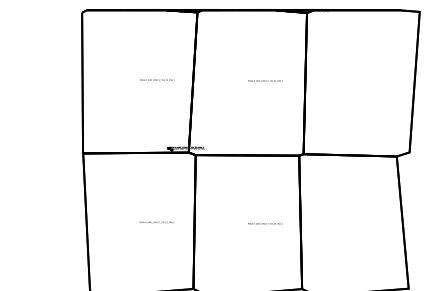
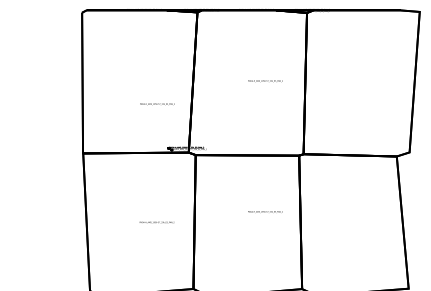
text at (157, 80) position: (157, 80) -> (157, 104)
text at (265, 223) position: (265, 223) -> (265, 211)
